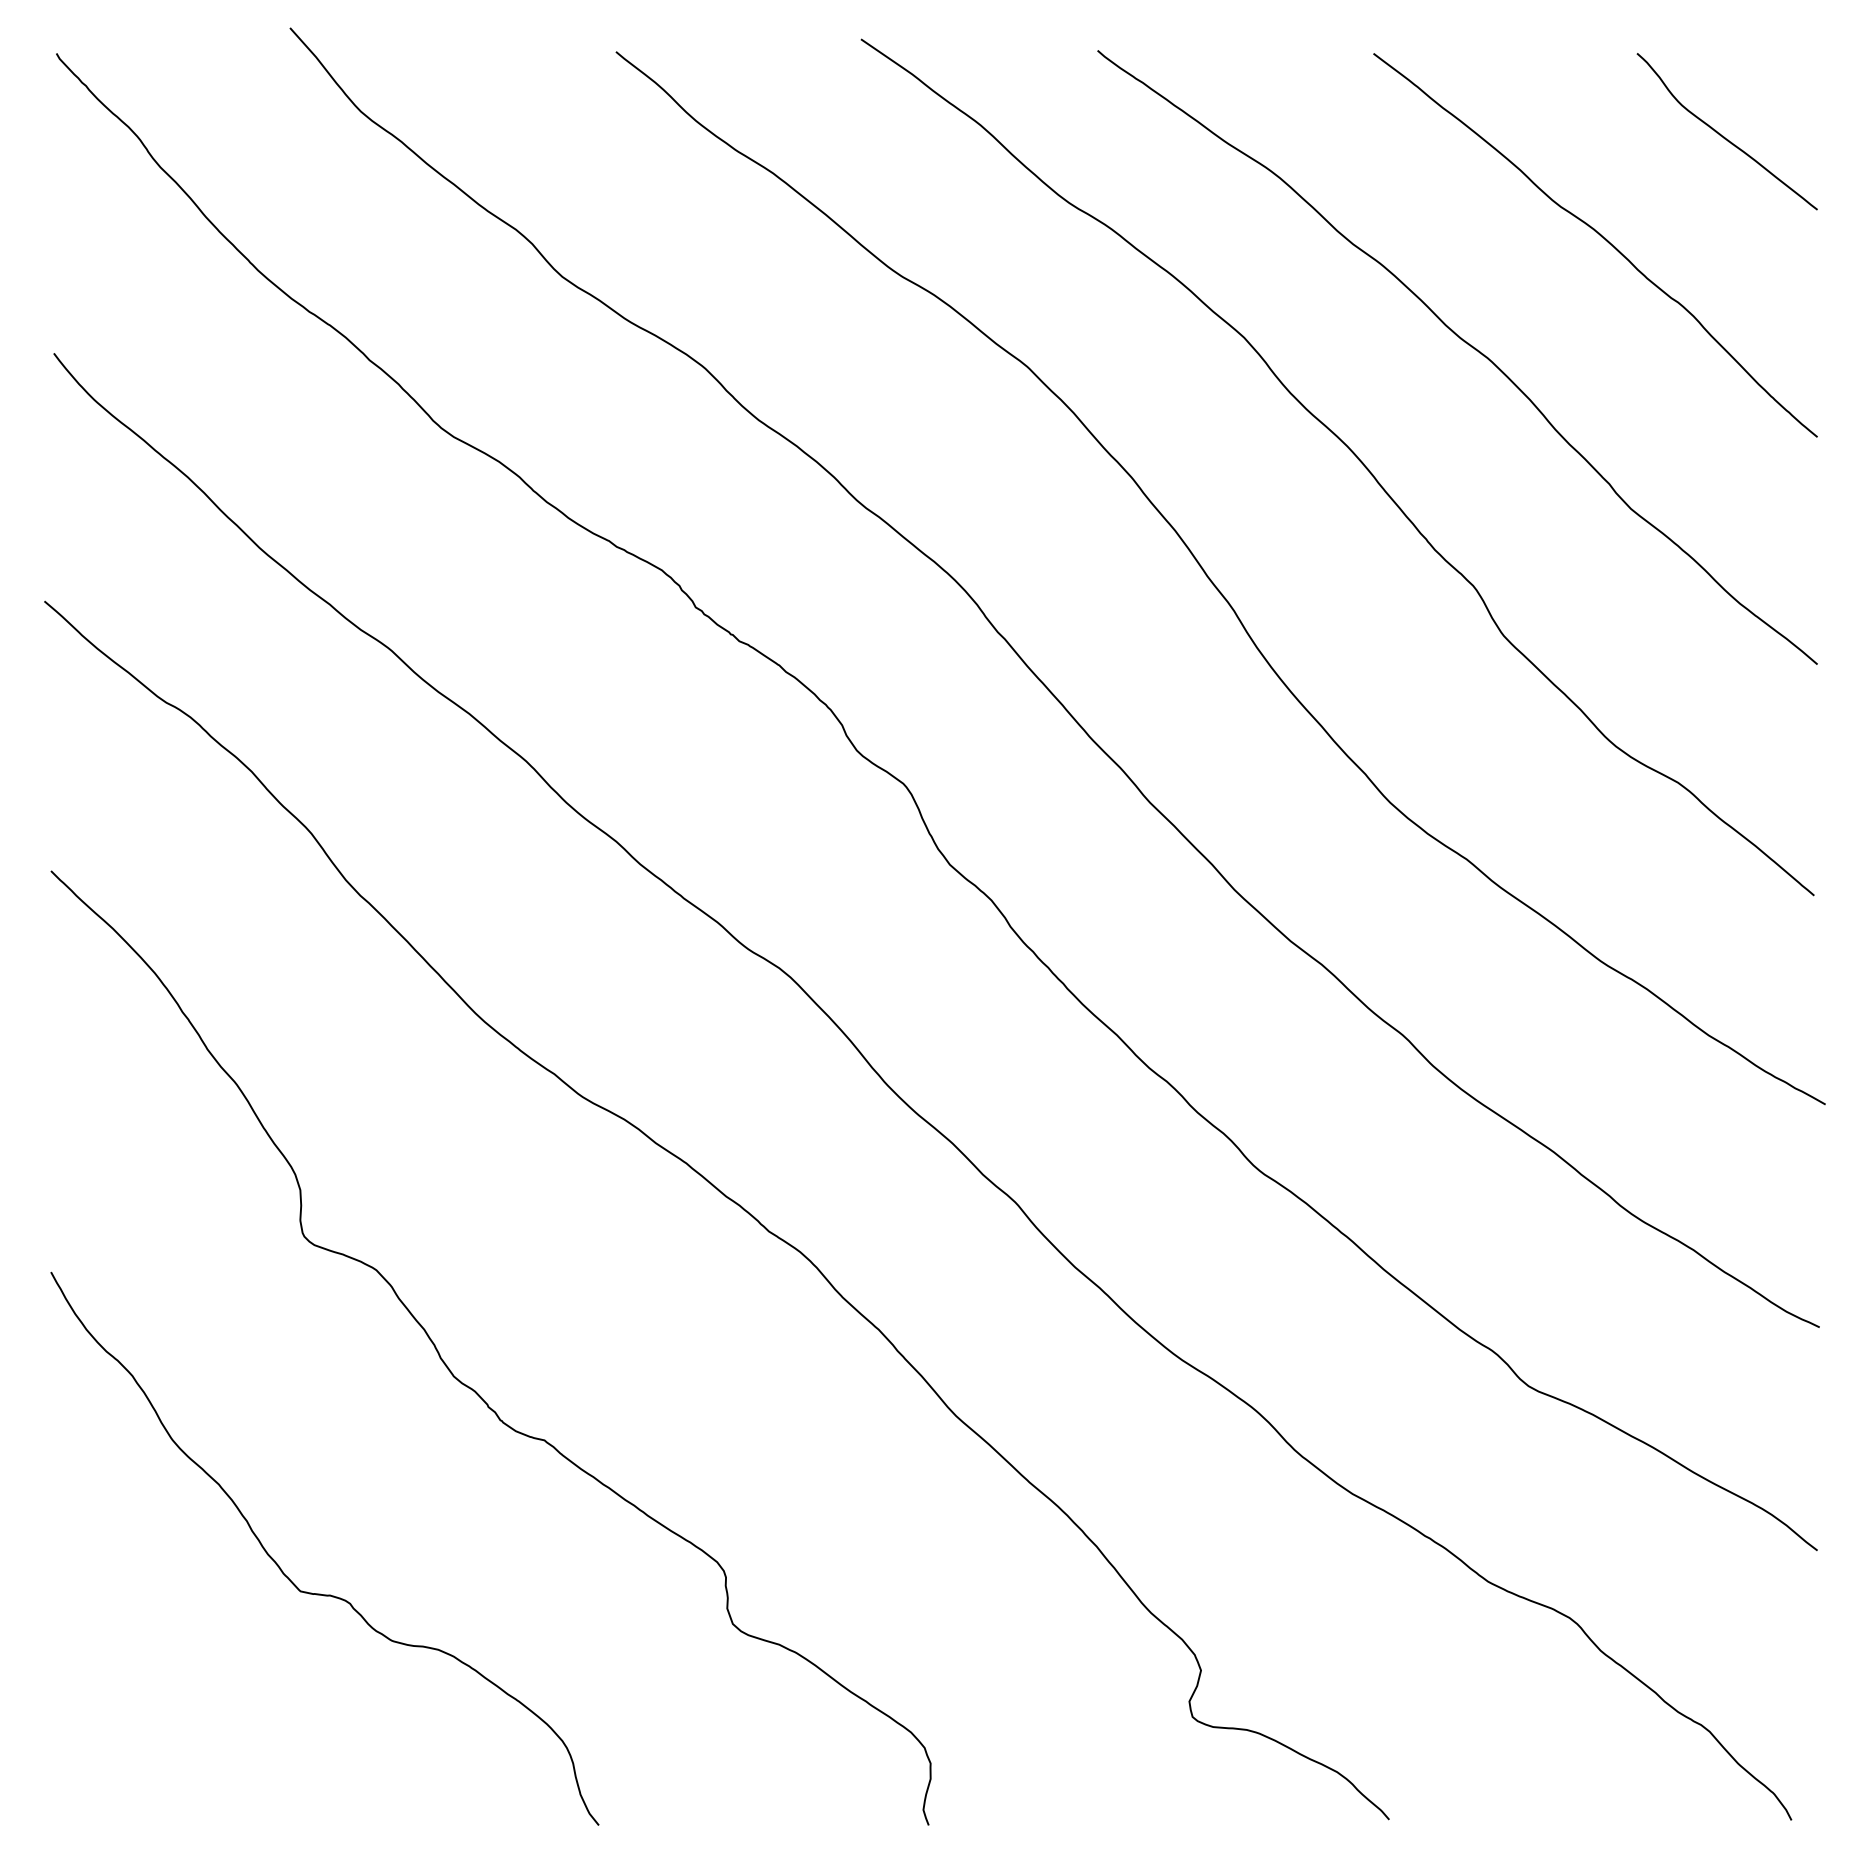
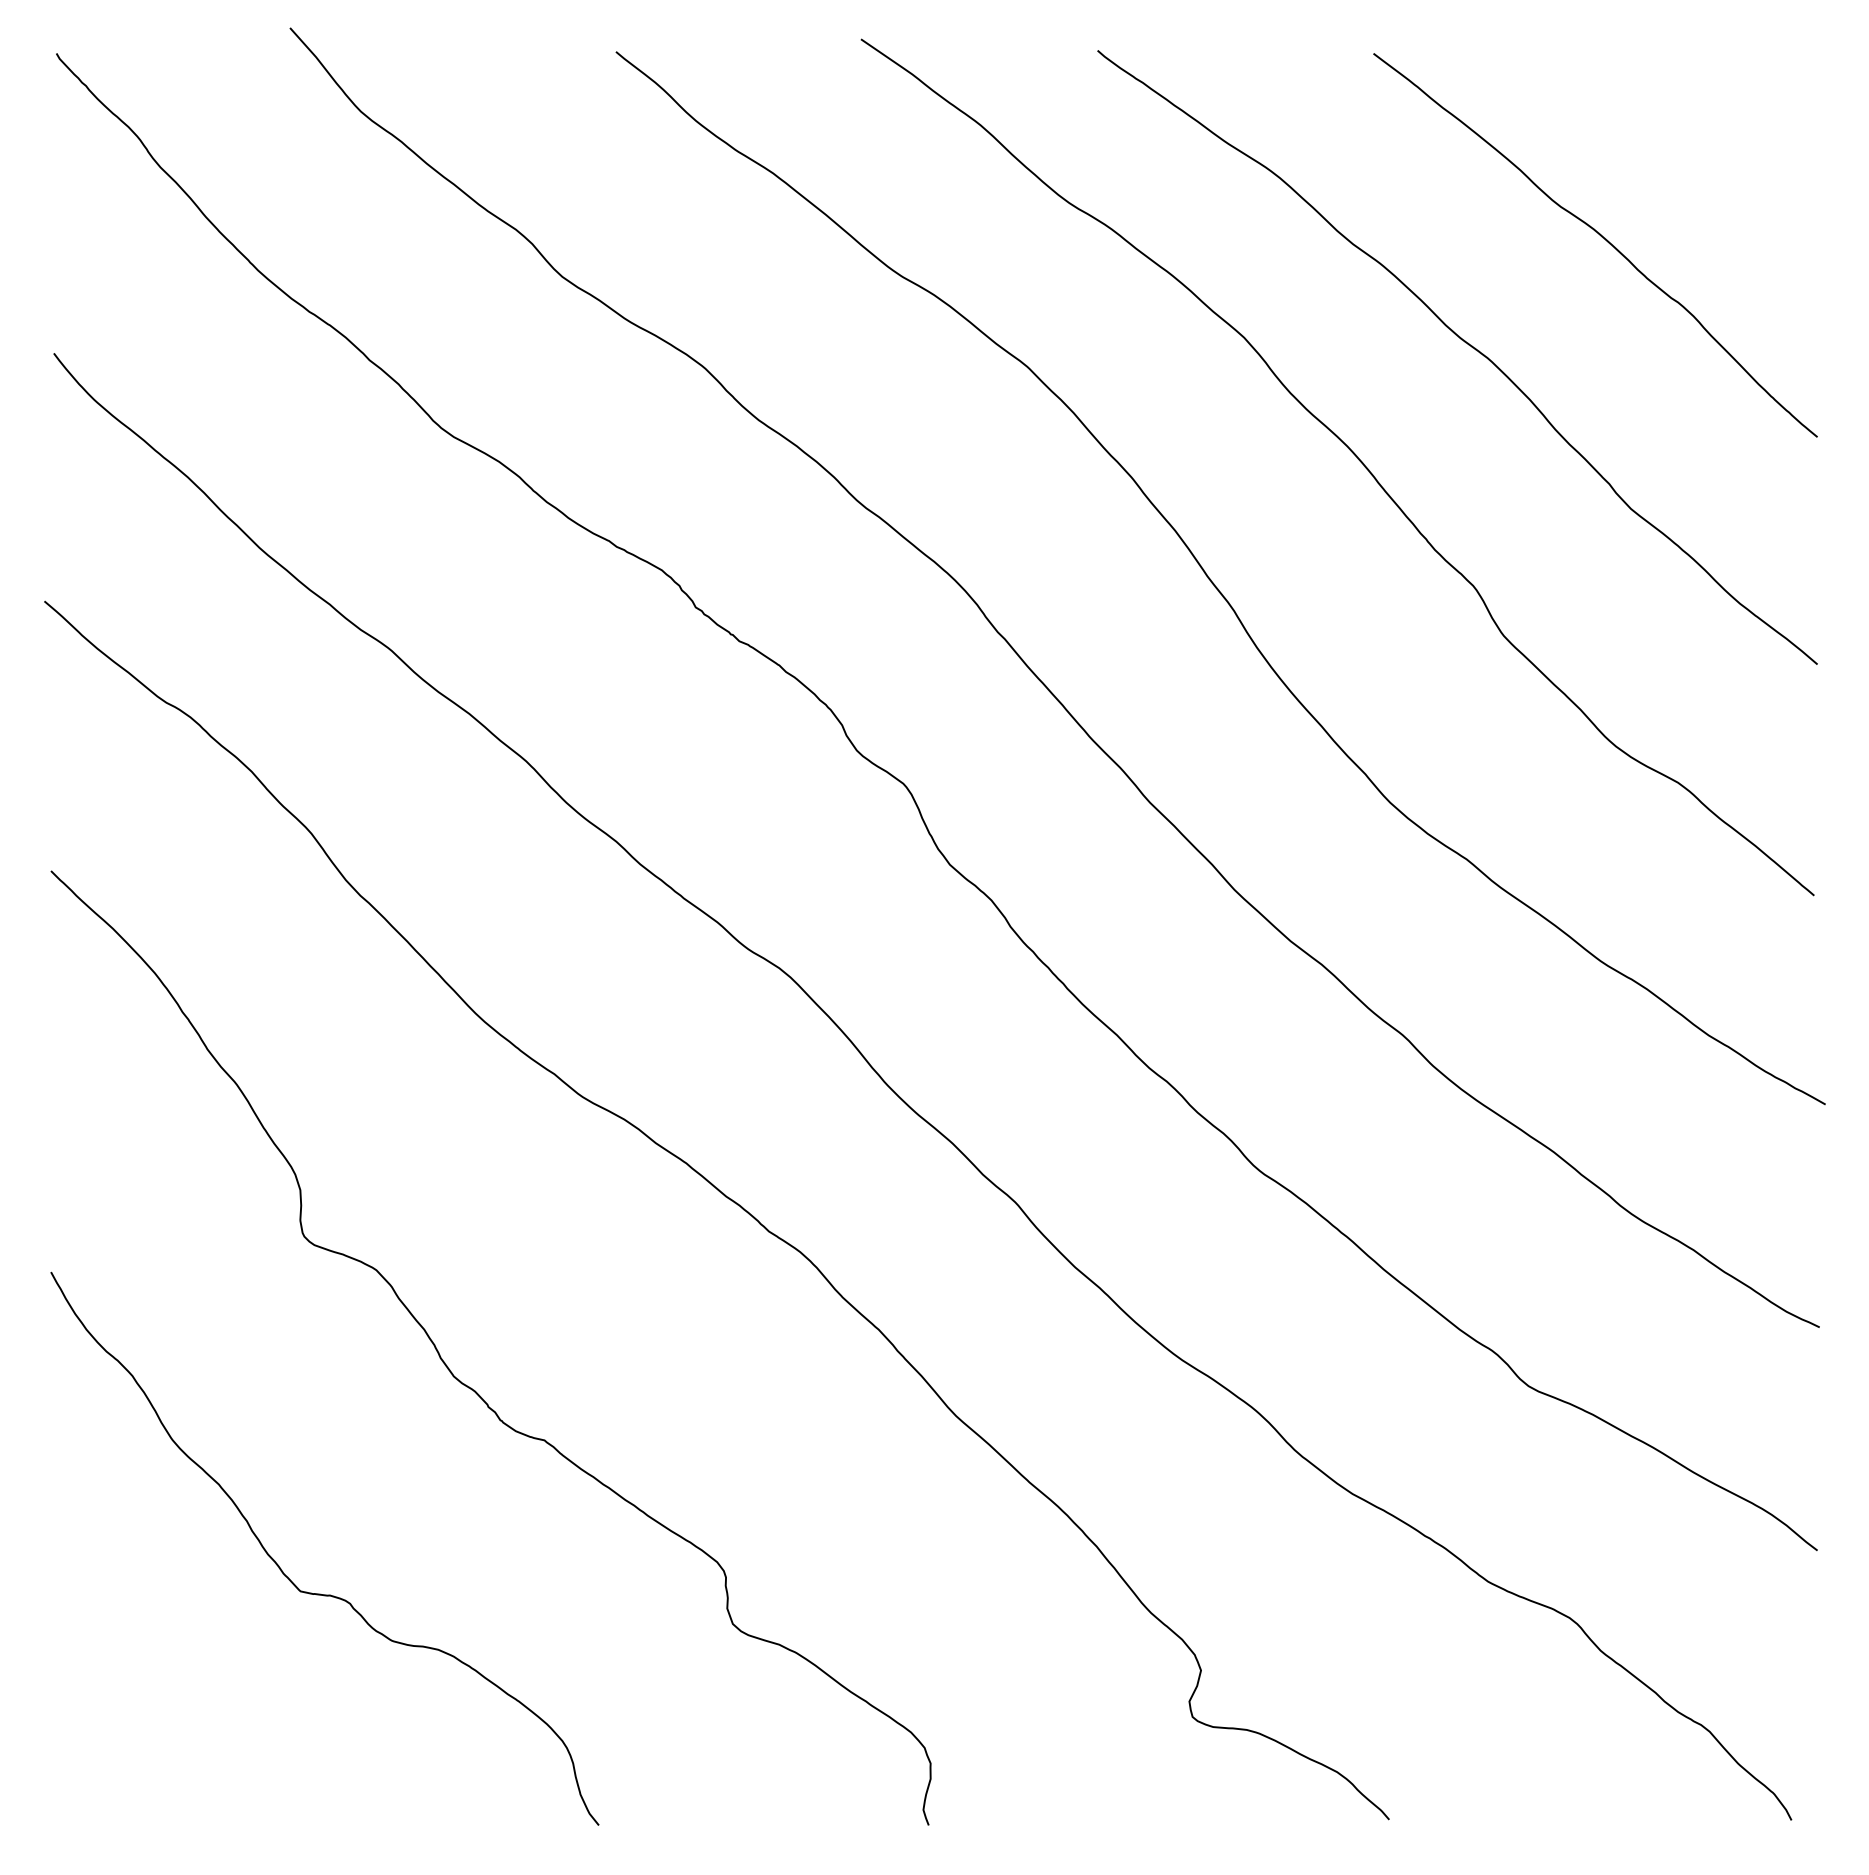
curve at (1724, 136): present -> none
